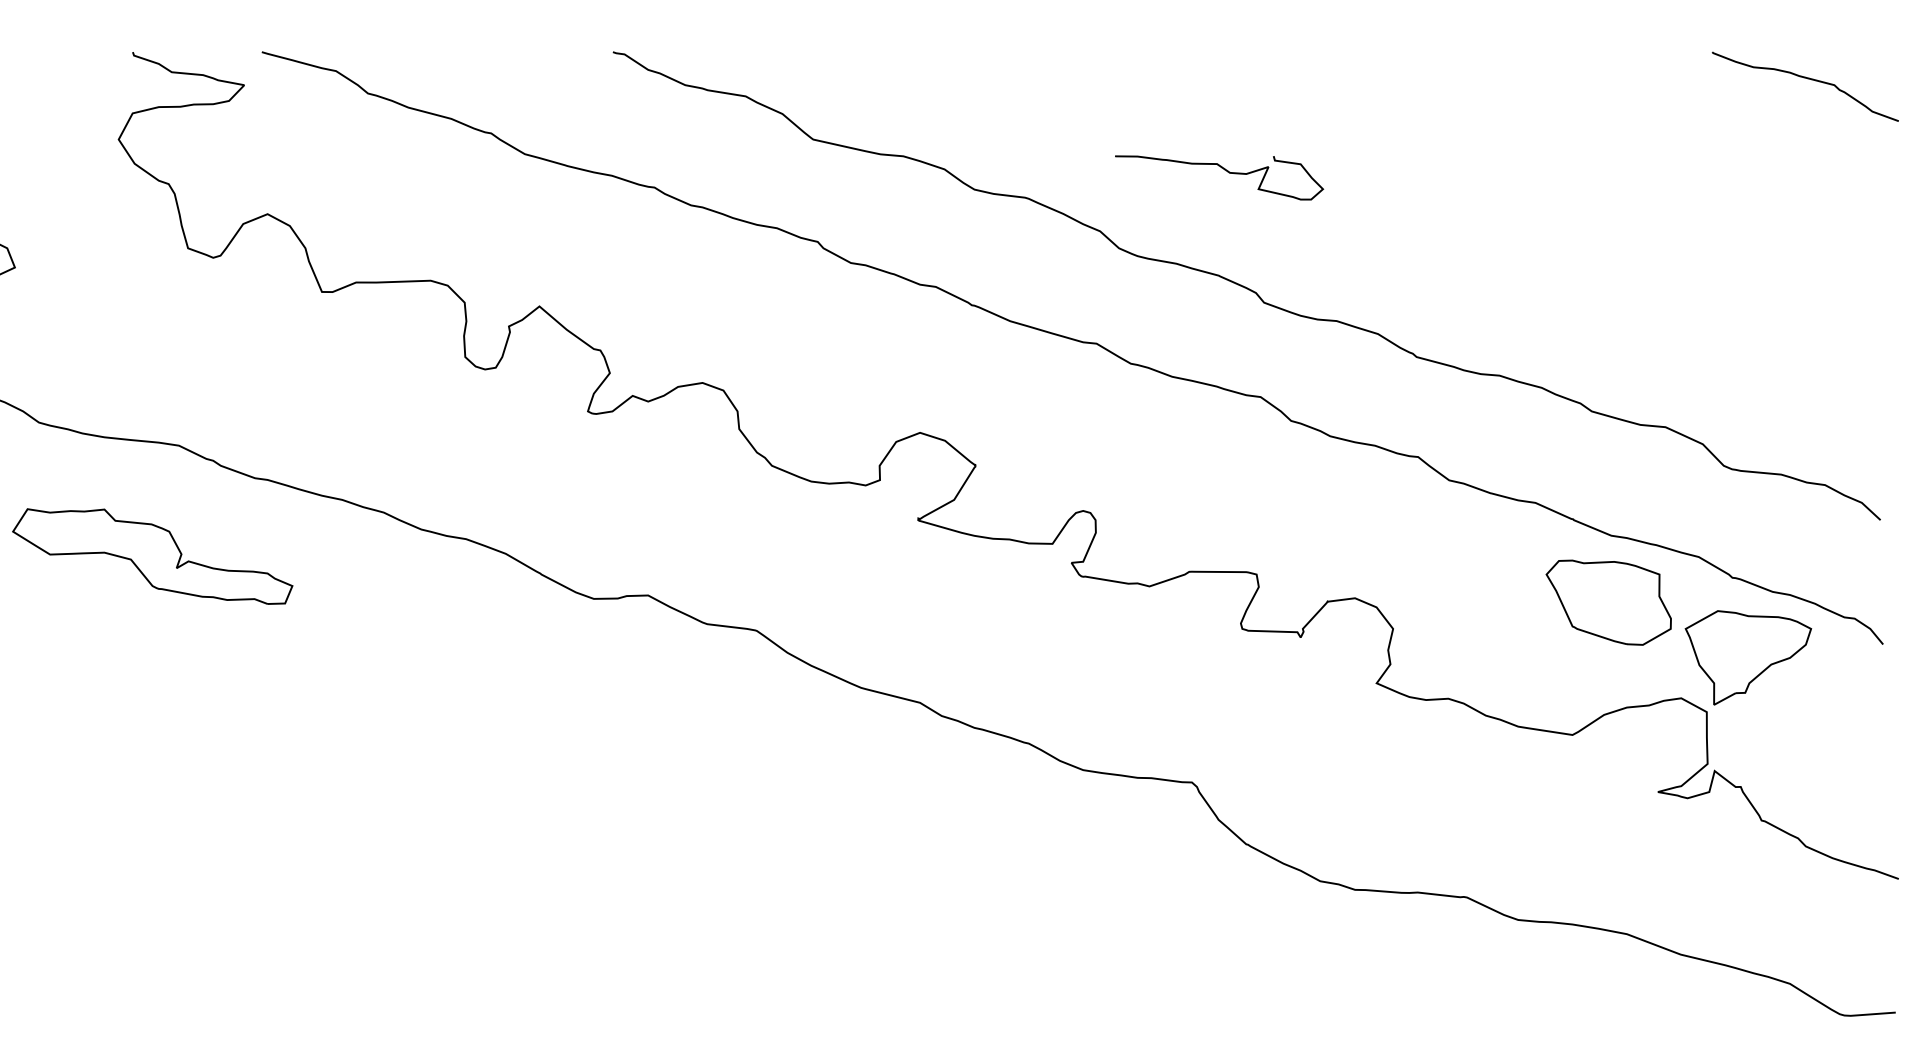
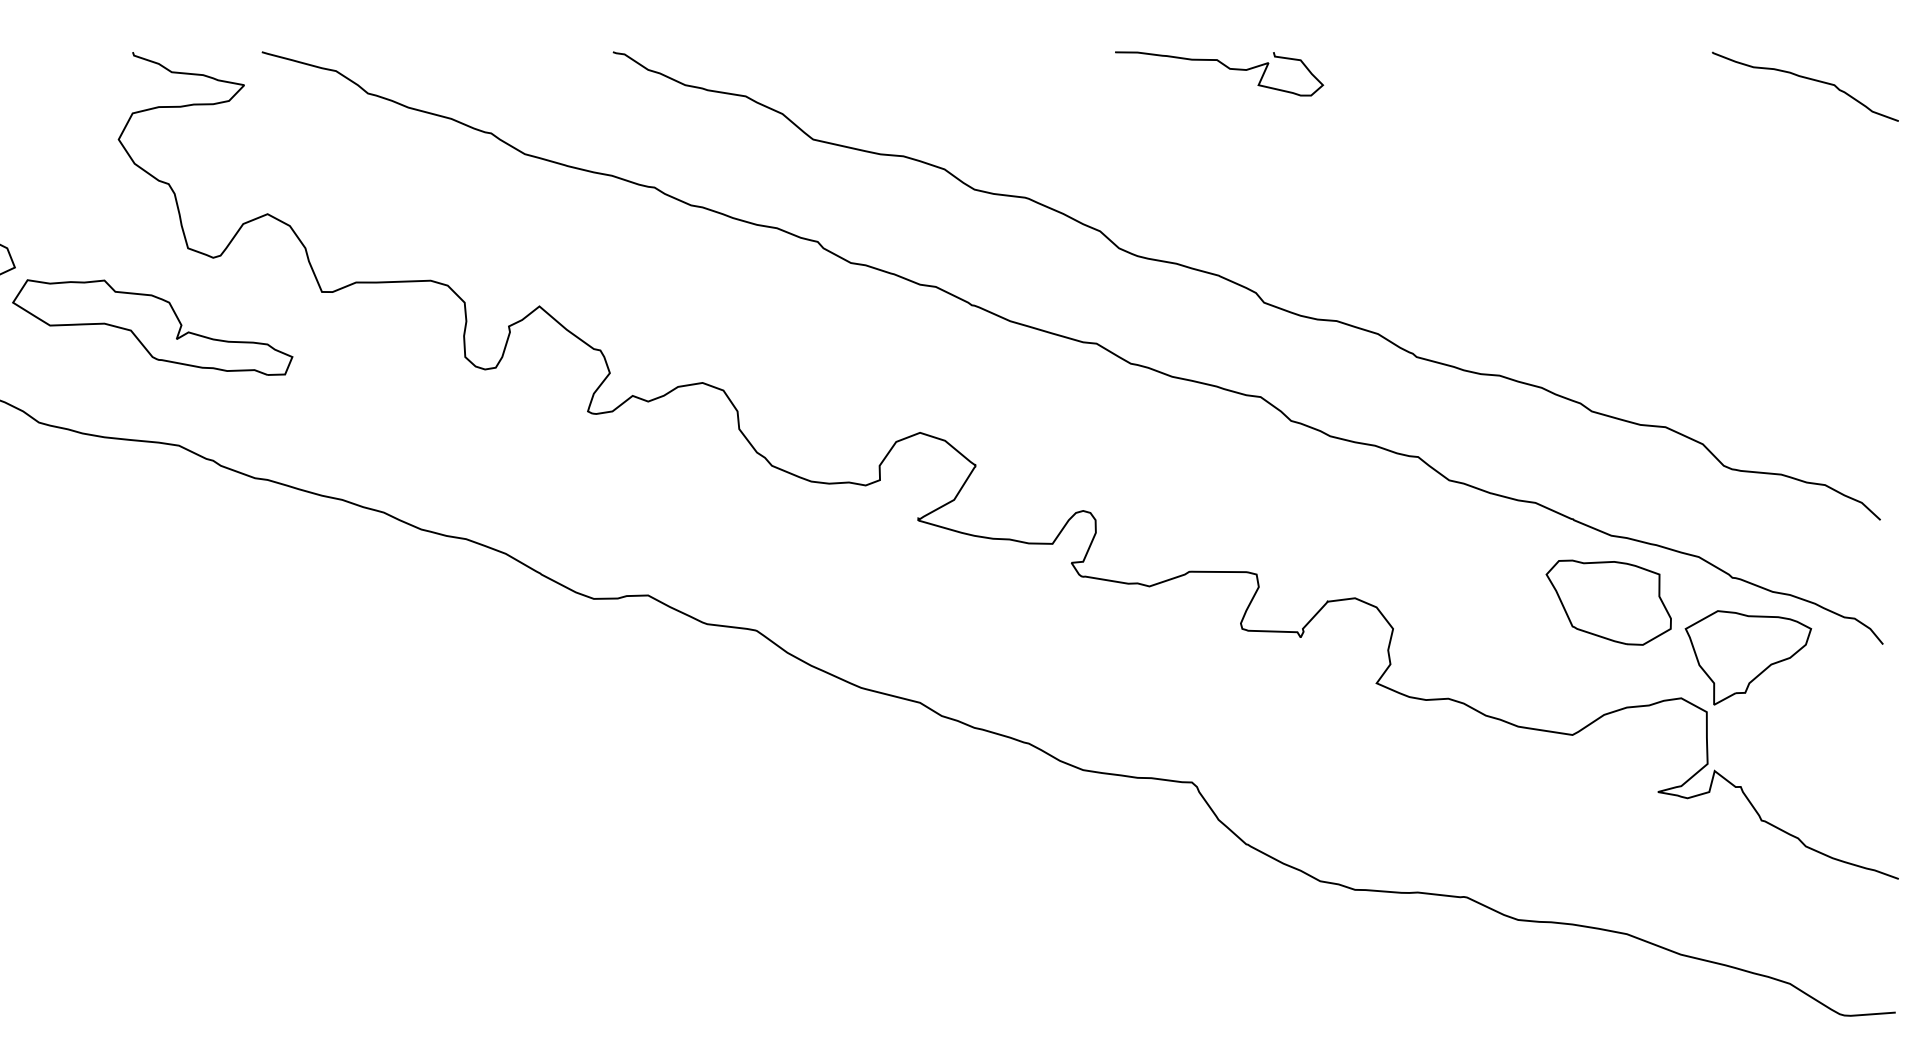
curve at (1224, 170) position: (1224, 170) -> (1224, 66)
part at (152, 556) position: (152, 556) -> (152, 327)
